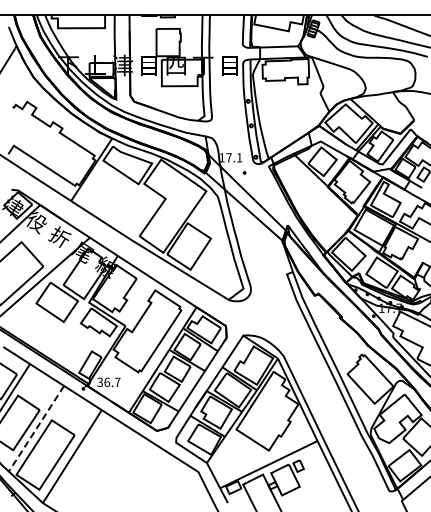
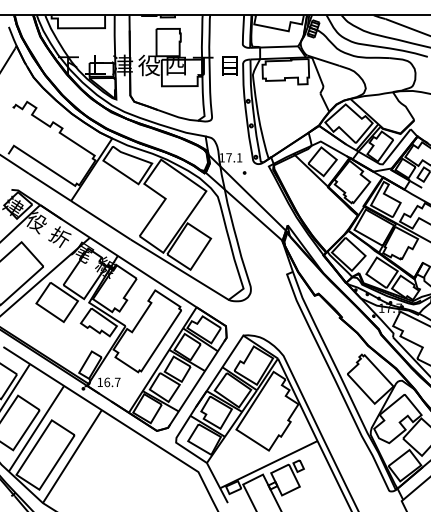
text at (149, 65): 目 -> 役
text at (99, 382): 36.7 -> 16.7
line at (36, 428): dashed -> solid
